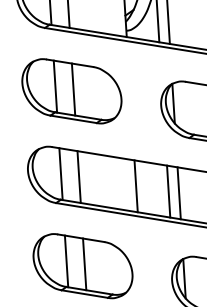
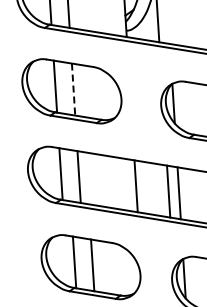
line at (168, 23): present -> none
line at (73, 90): solid -> dashed
part at (82, 266) position: (82, 266) -> (90, 267)
